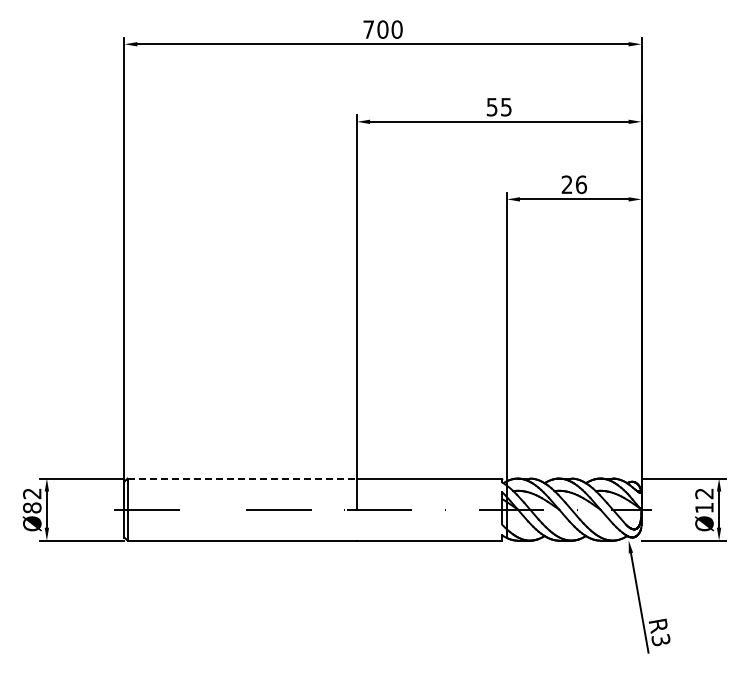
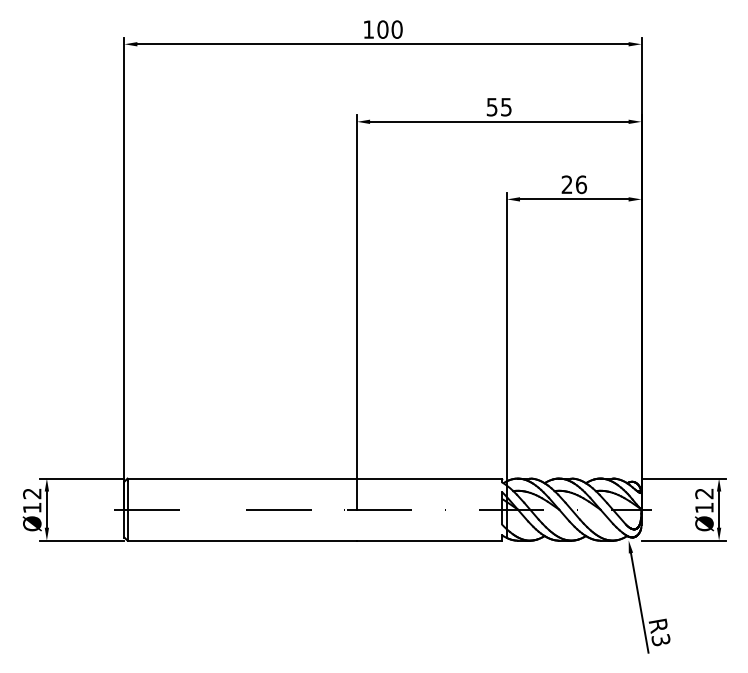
text at (368, 29): 700 -> 100
line at (242, 478): dashed -> solid
text at (32, 507): Ø82 -> Ø12
